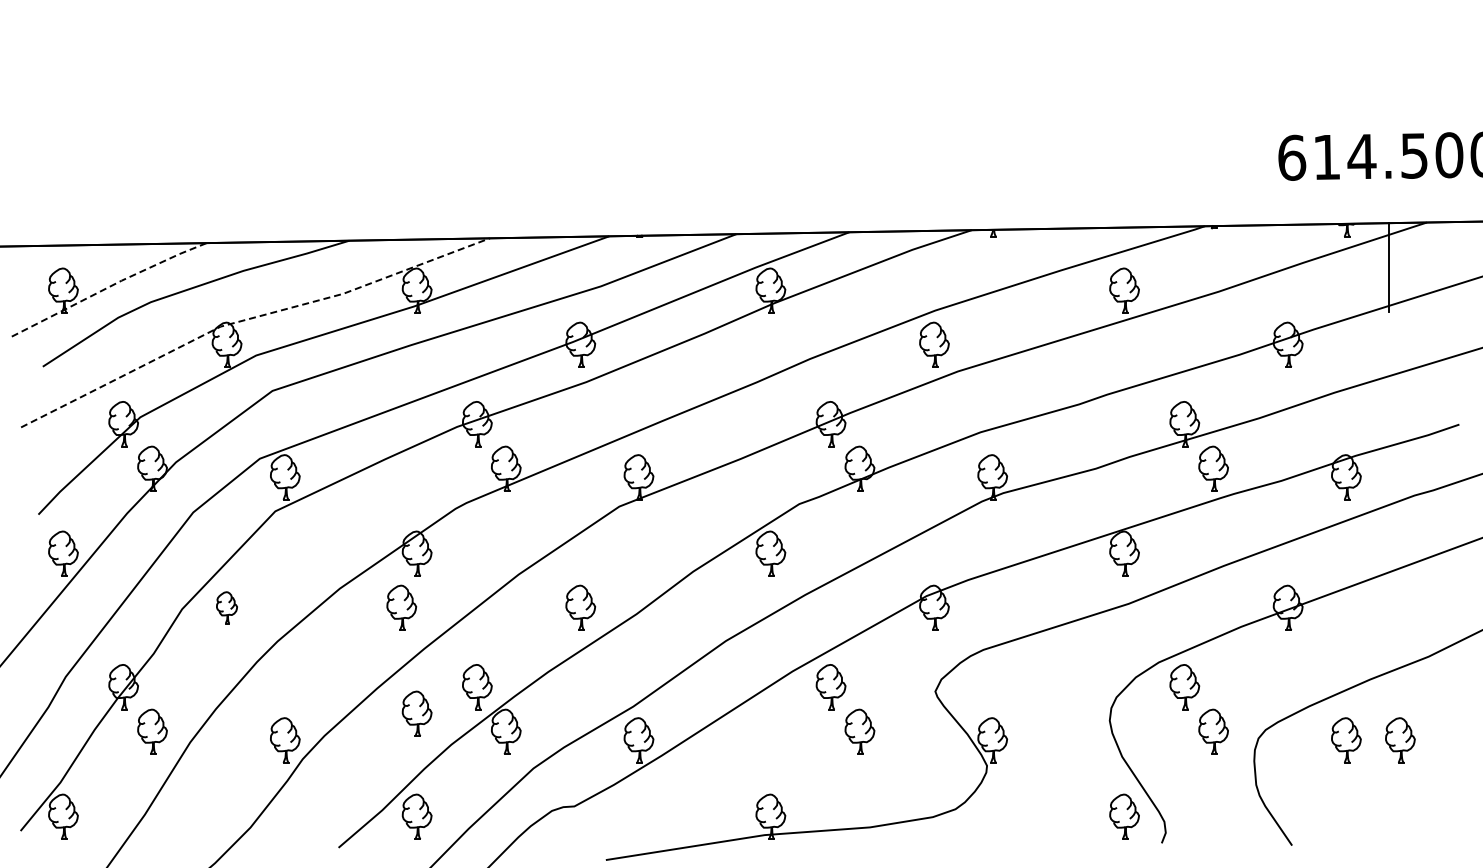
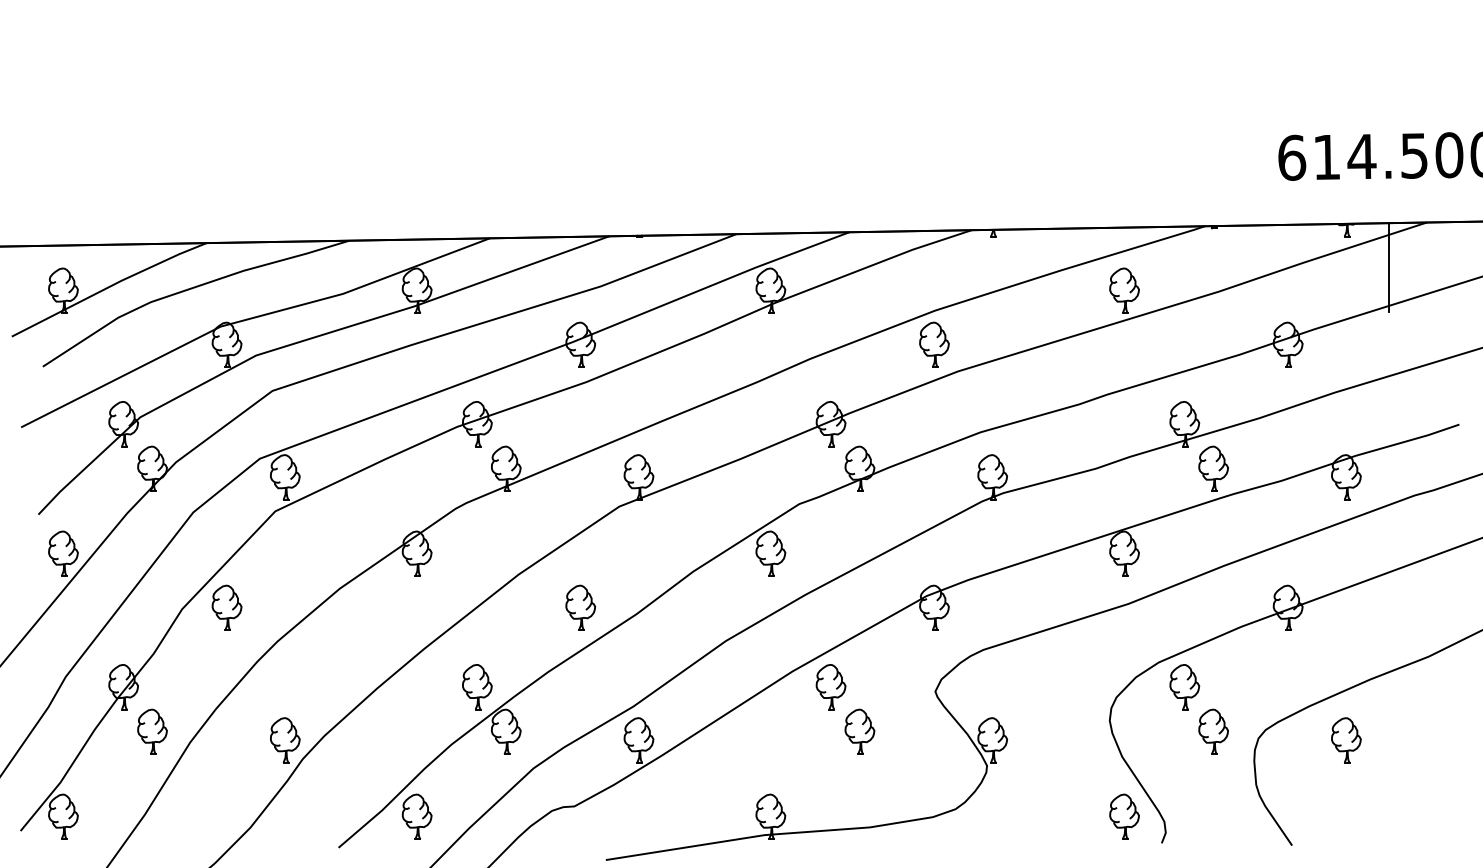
line at (109, 287): dashed -> solid
line at (249, 318): dashed -> solid
part at (226, 607) size: 22x34 px -> 32x47 px
part at (401, 607): present -> none
part at (416, 713): present -> none
part at (1400, 740): present -> none
